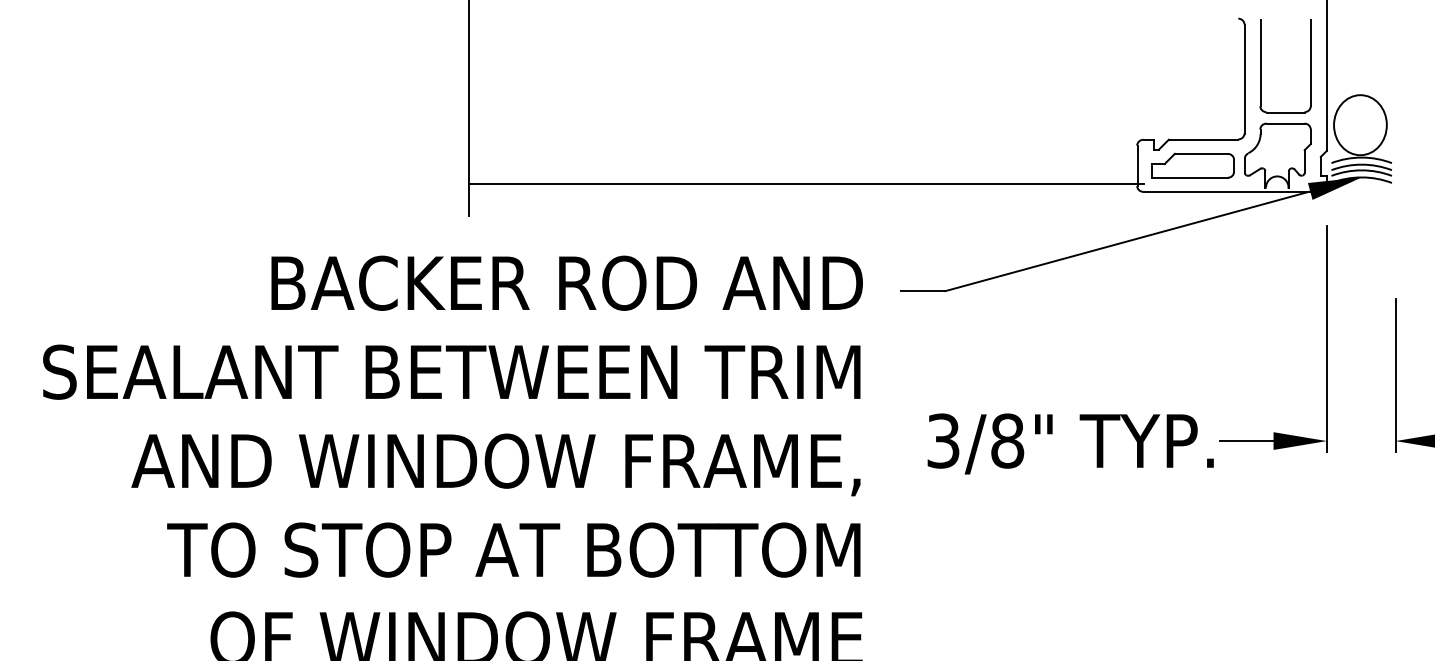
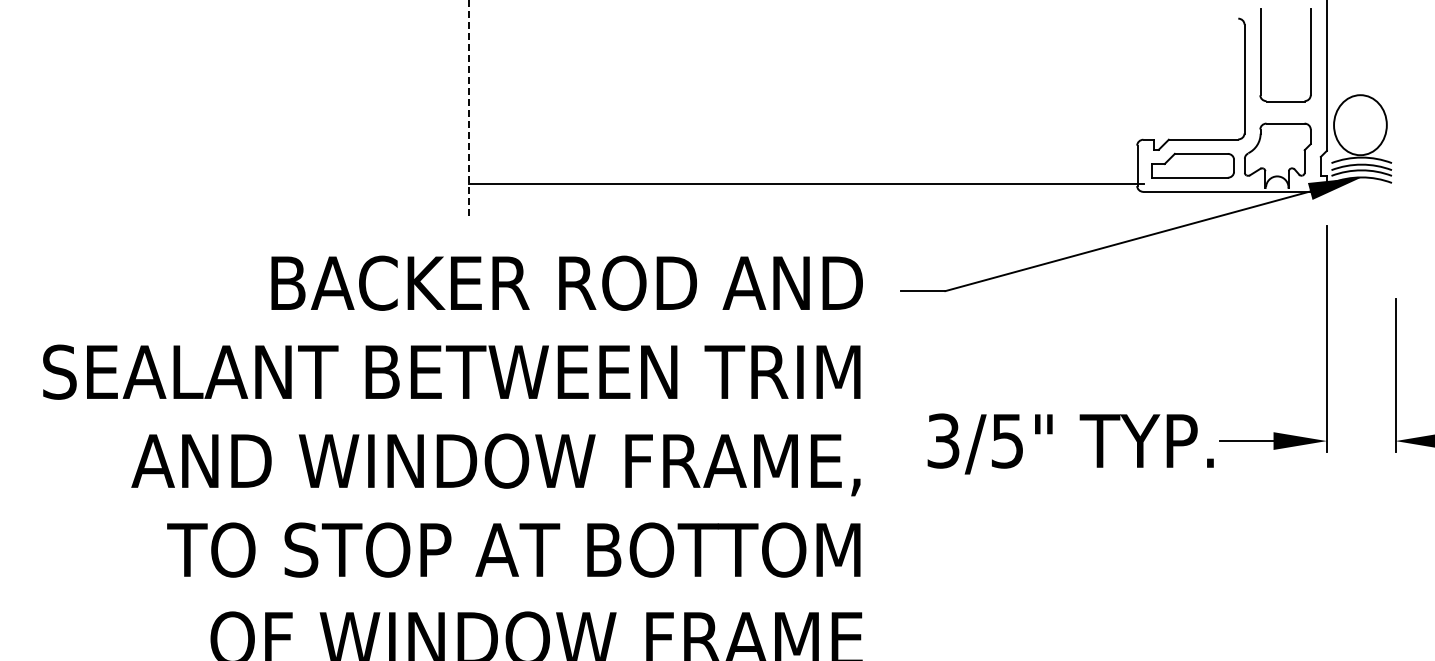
part at (1261, 66) position: (1261, 66) -> (1261, 55)
line at (468, 107): solid -> dashed
text at (1007, 440): 3/8" -> 3/5"
